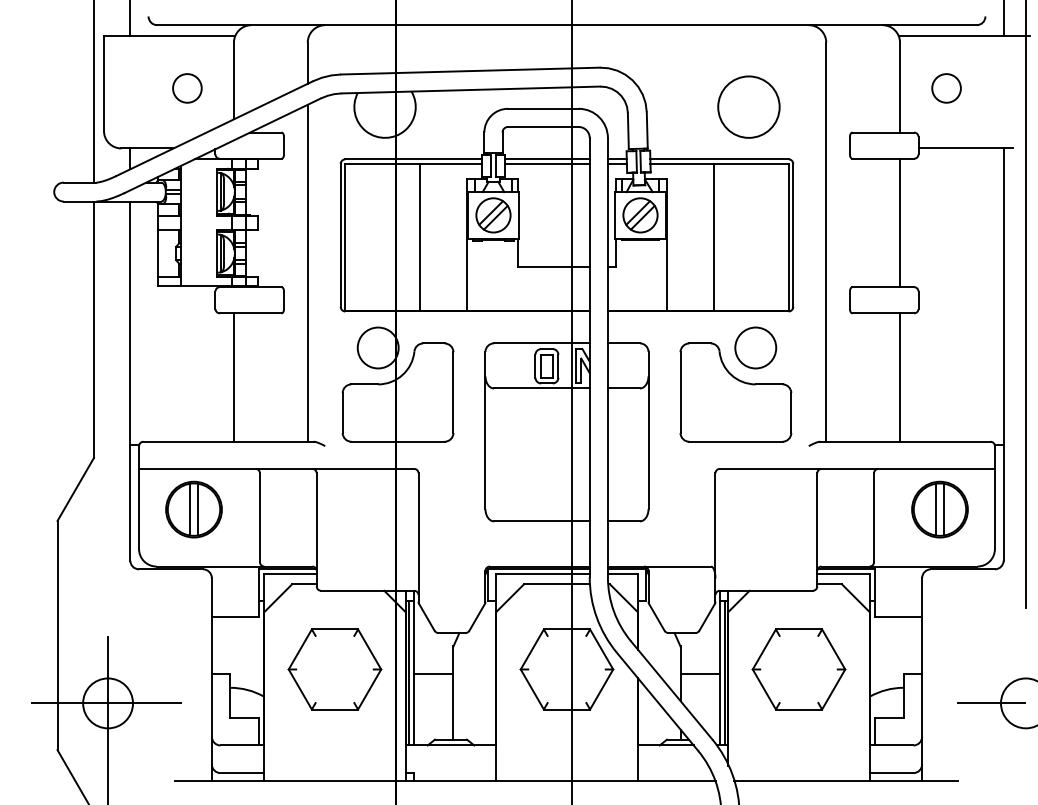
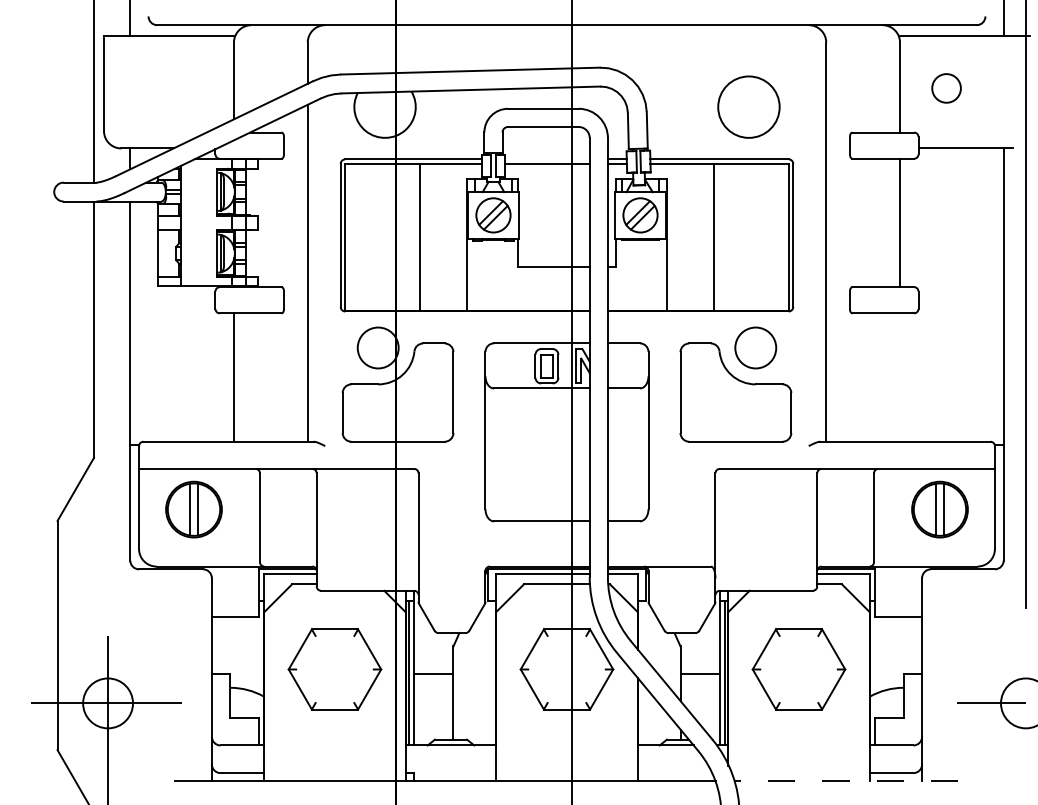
circle at (187, 88): present -> none
line at (547, 159): present -> none
line at (900, 377): present -> none
line at (845, 781): solid -> dashed
